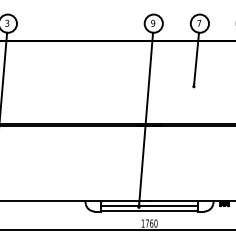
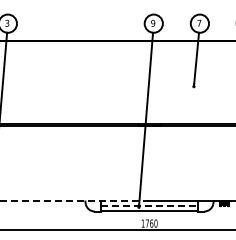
line at (74, 200): solid -> dashed
line at (150, 206): solid -> dashed
